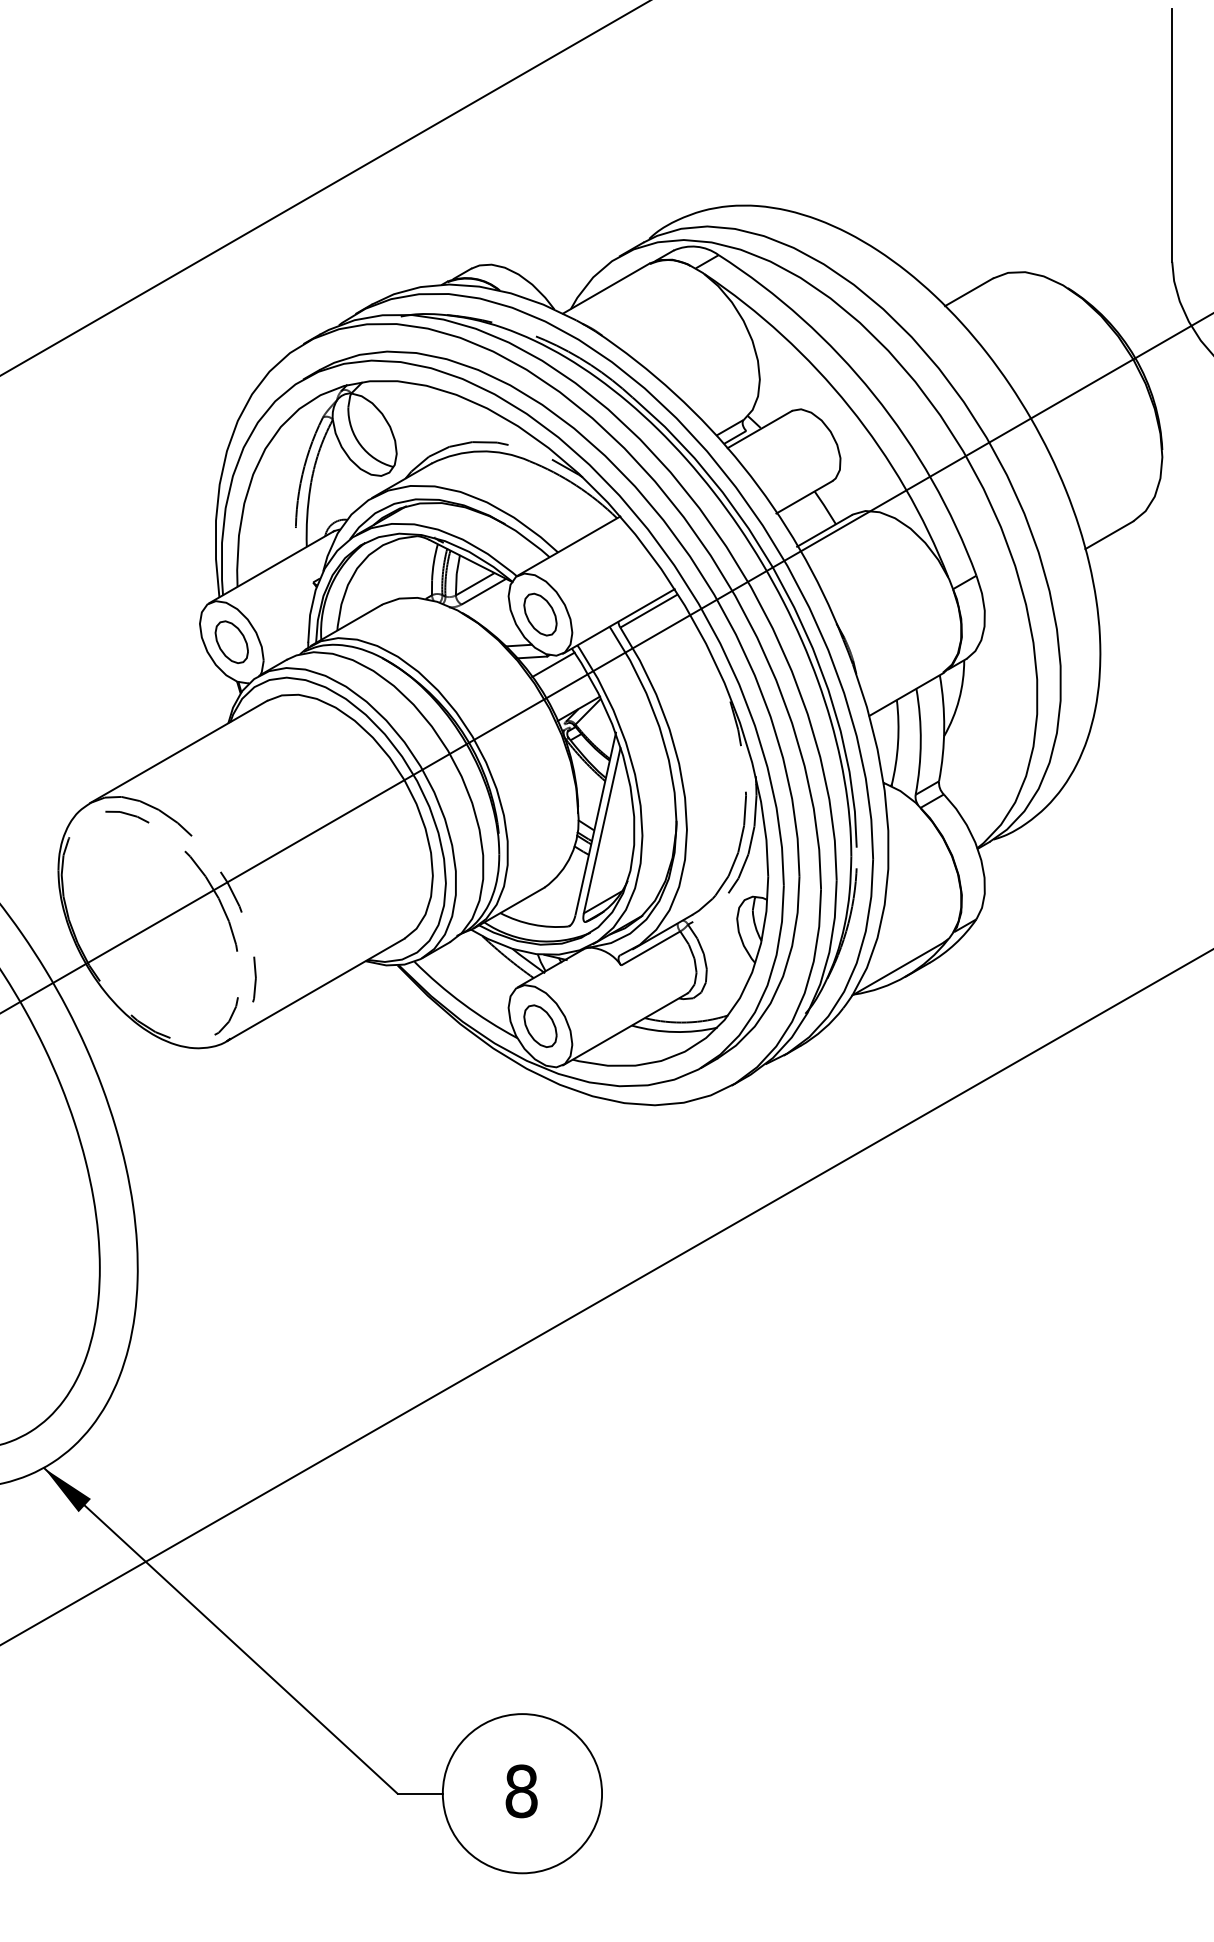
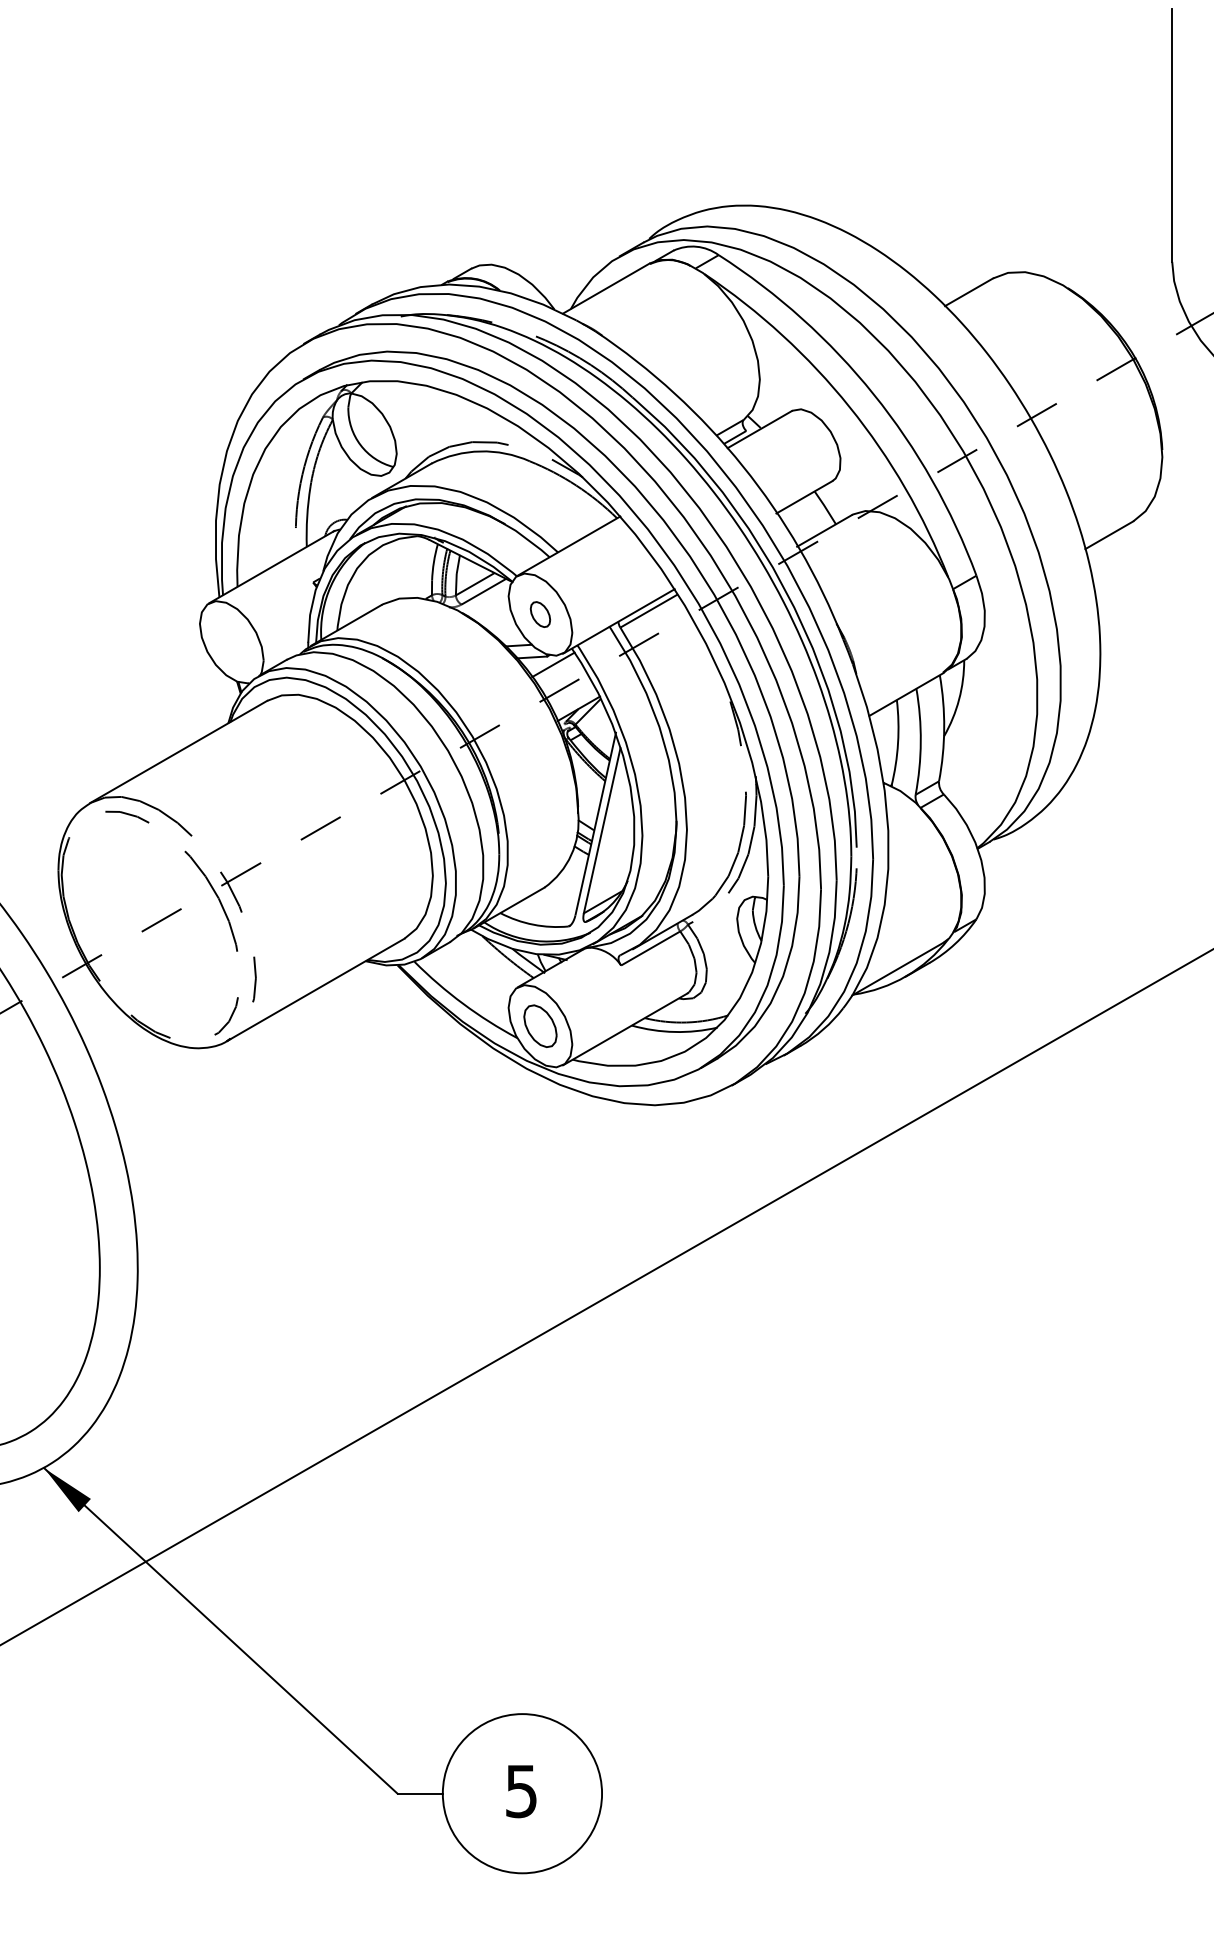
line at (324, 188): present -> none
part at (540, 614) size: 35x45 px -> 23x27 px
part at (231, 641): present -> none
line at (607, 662): solid -> dashed
text at (521, 1791): 8 -> 5
